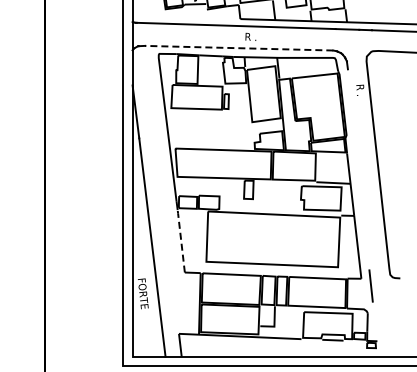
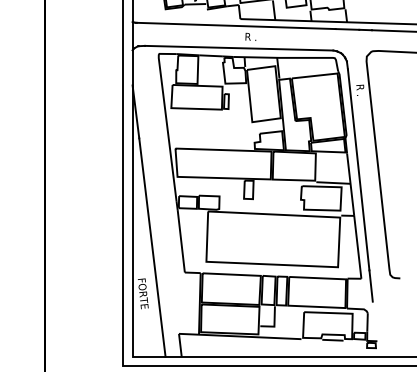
line at (238, 48): dashed -> solid
line at (358, 169): none -> present
line at (181, 239): dashed -> solid
